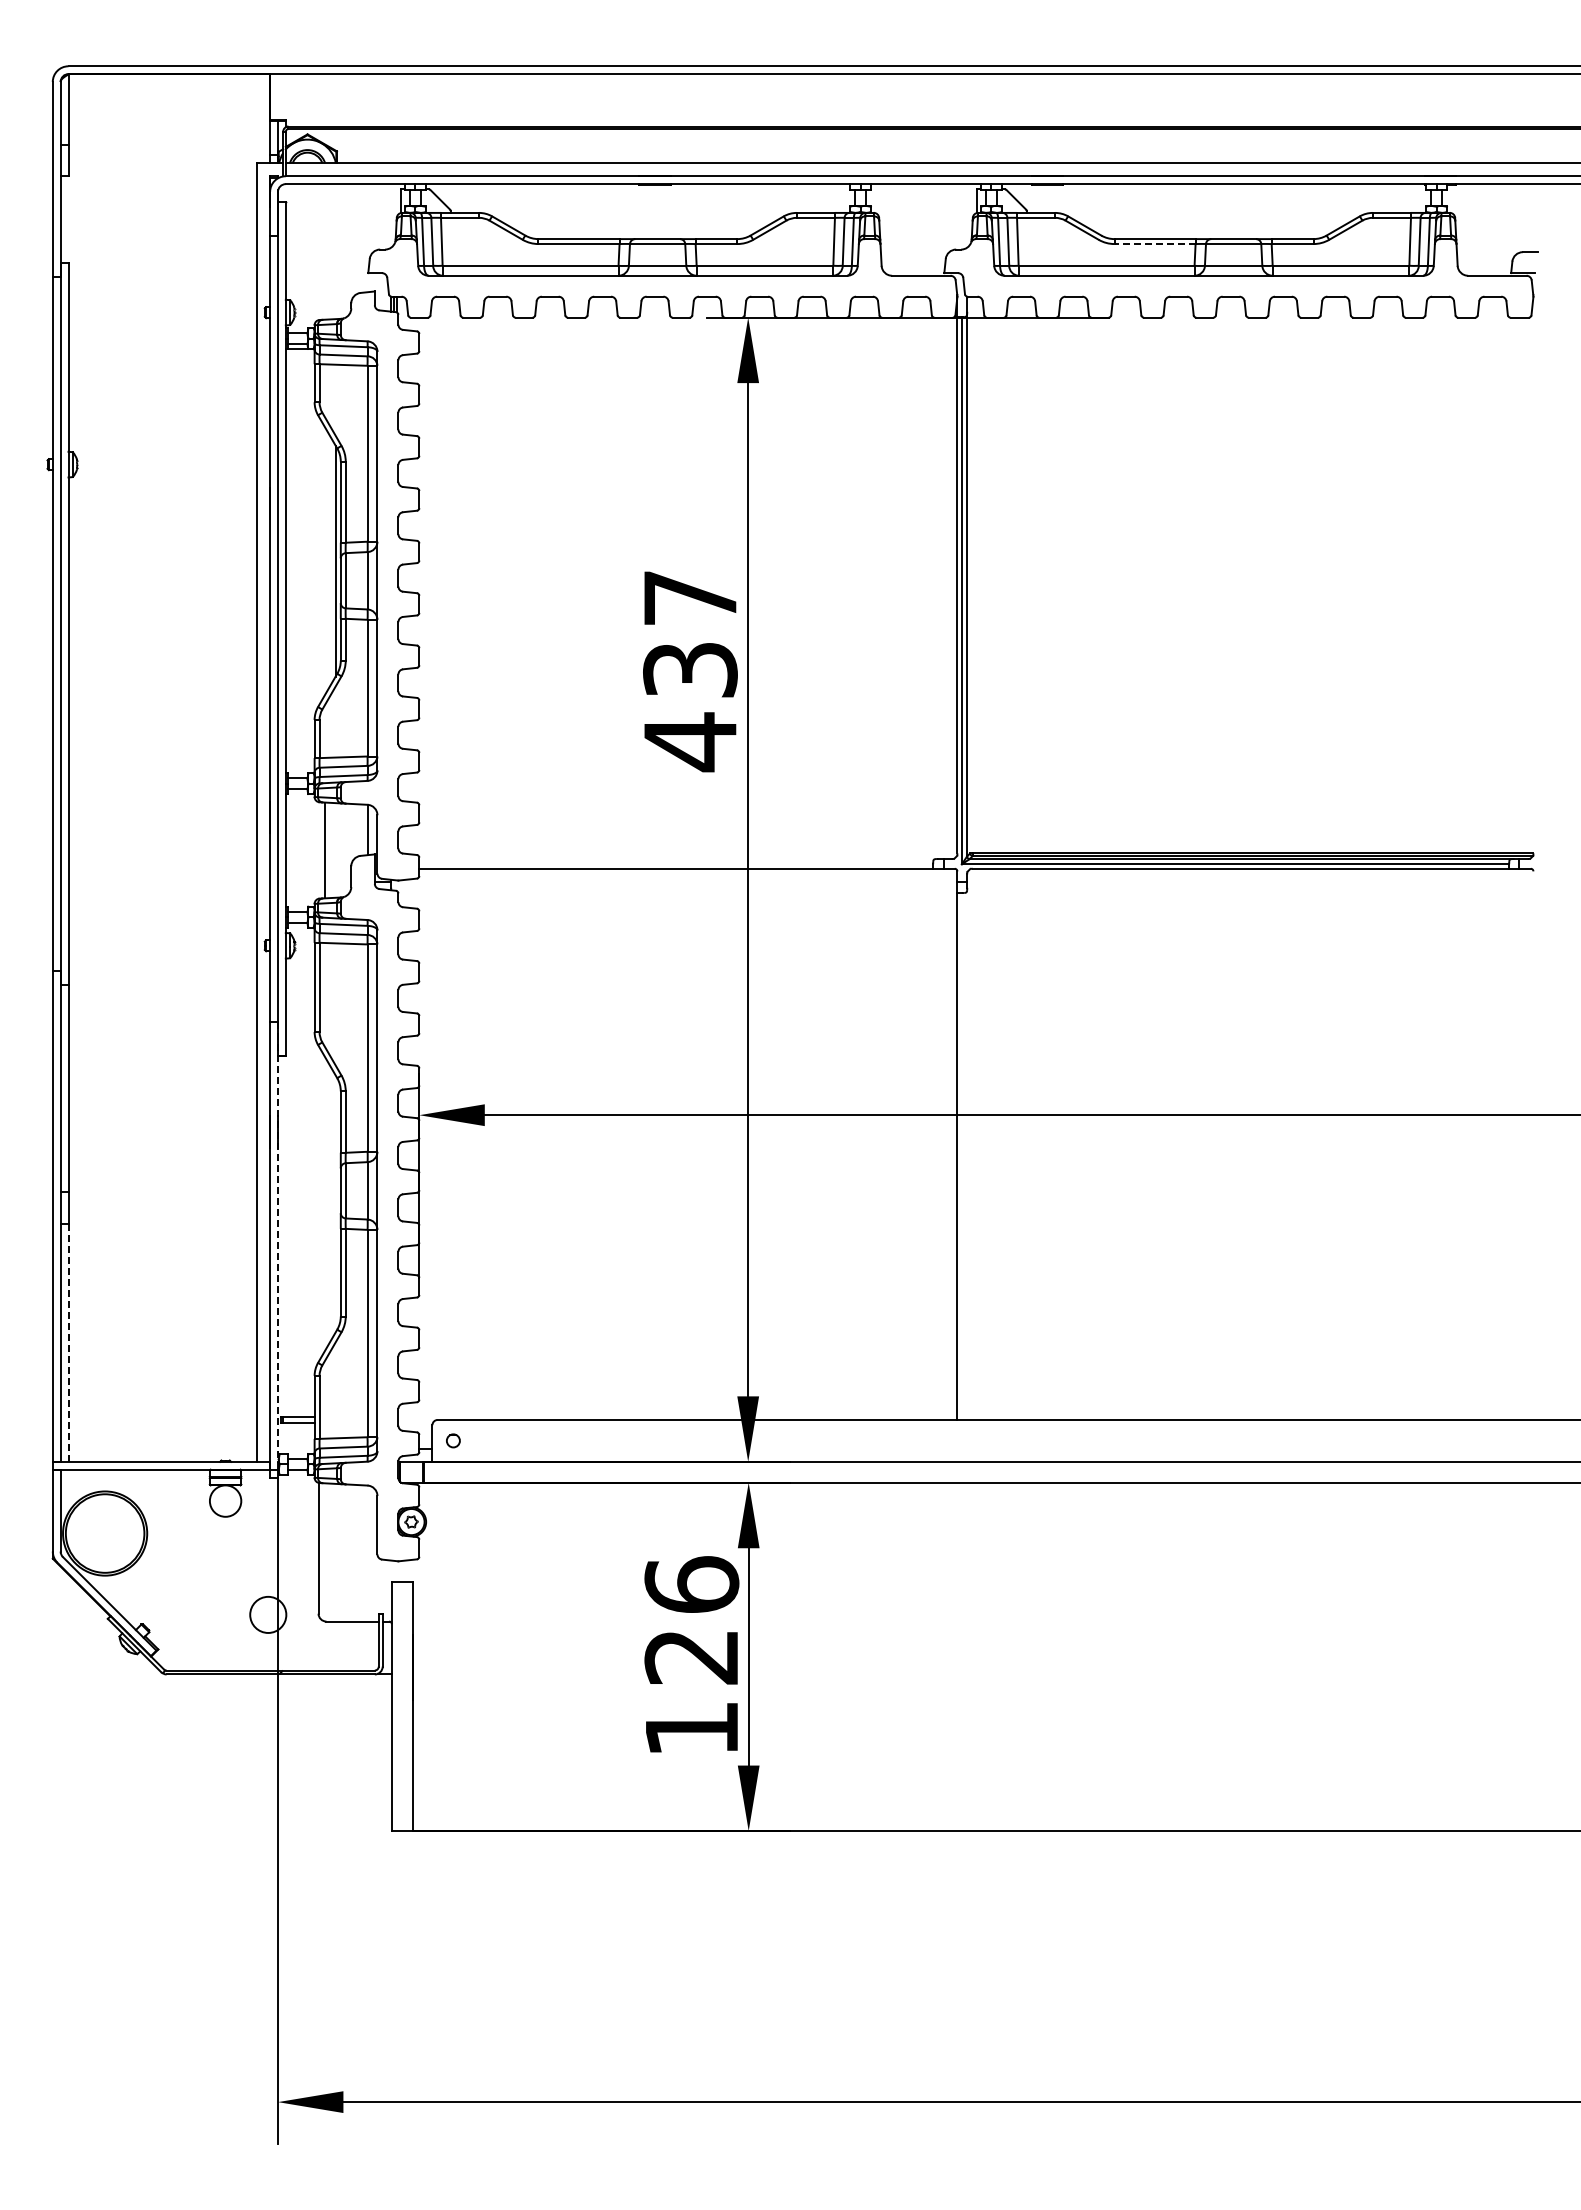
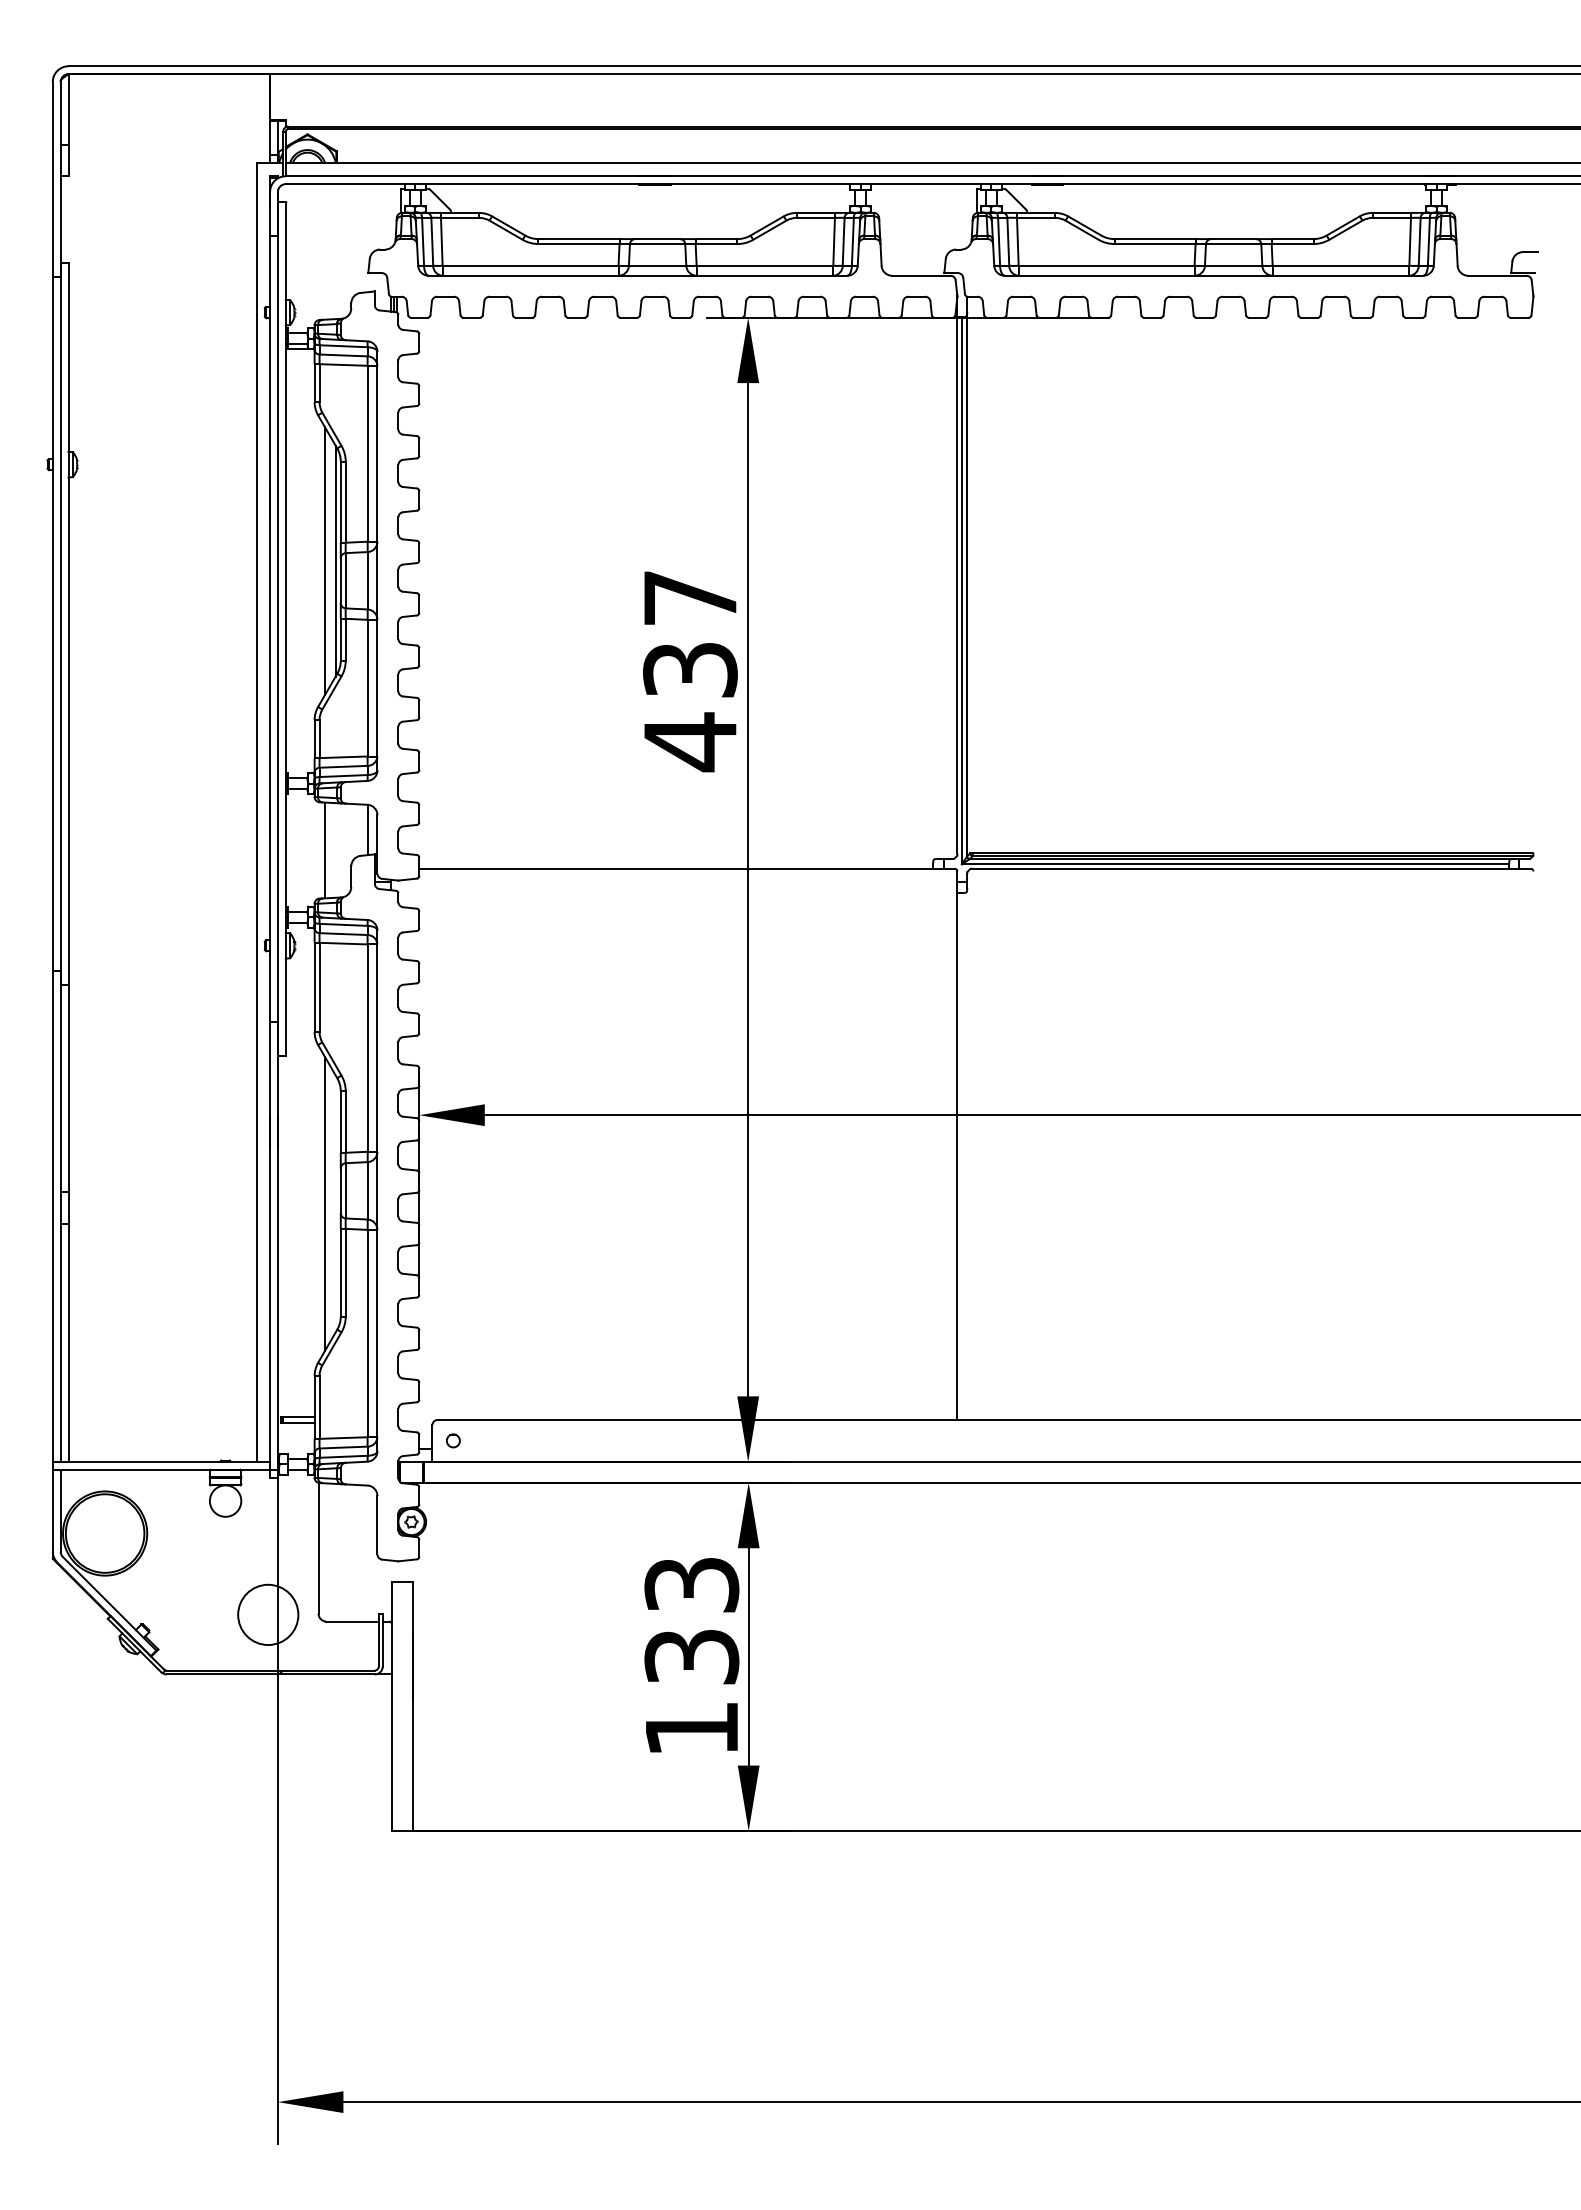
line at (1155, 244): dashed -> solid
line at (325, 560): none -> present
line at (325, 1203): none -> present
line at (277, 1245): dashed -> solid
line at (68, 1342): dashed -> solid
circle at (268, 1614) diameter: 36 px -> 60 px
text at (691, 1620): 126 -> 133
